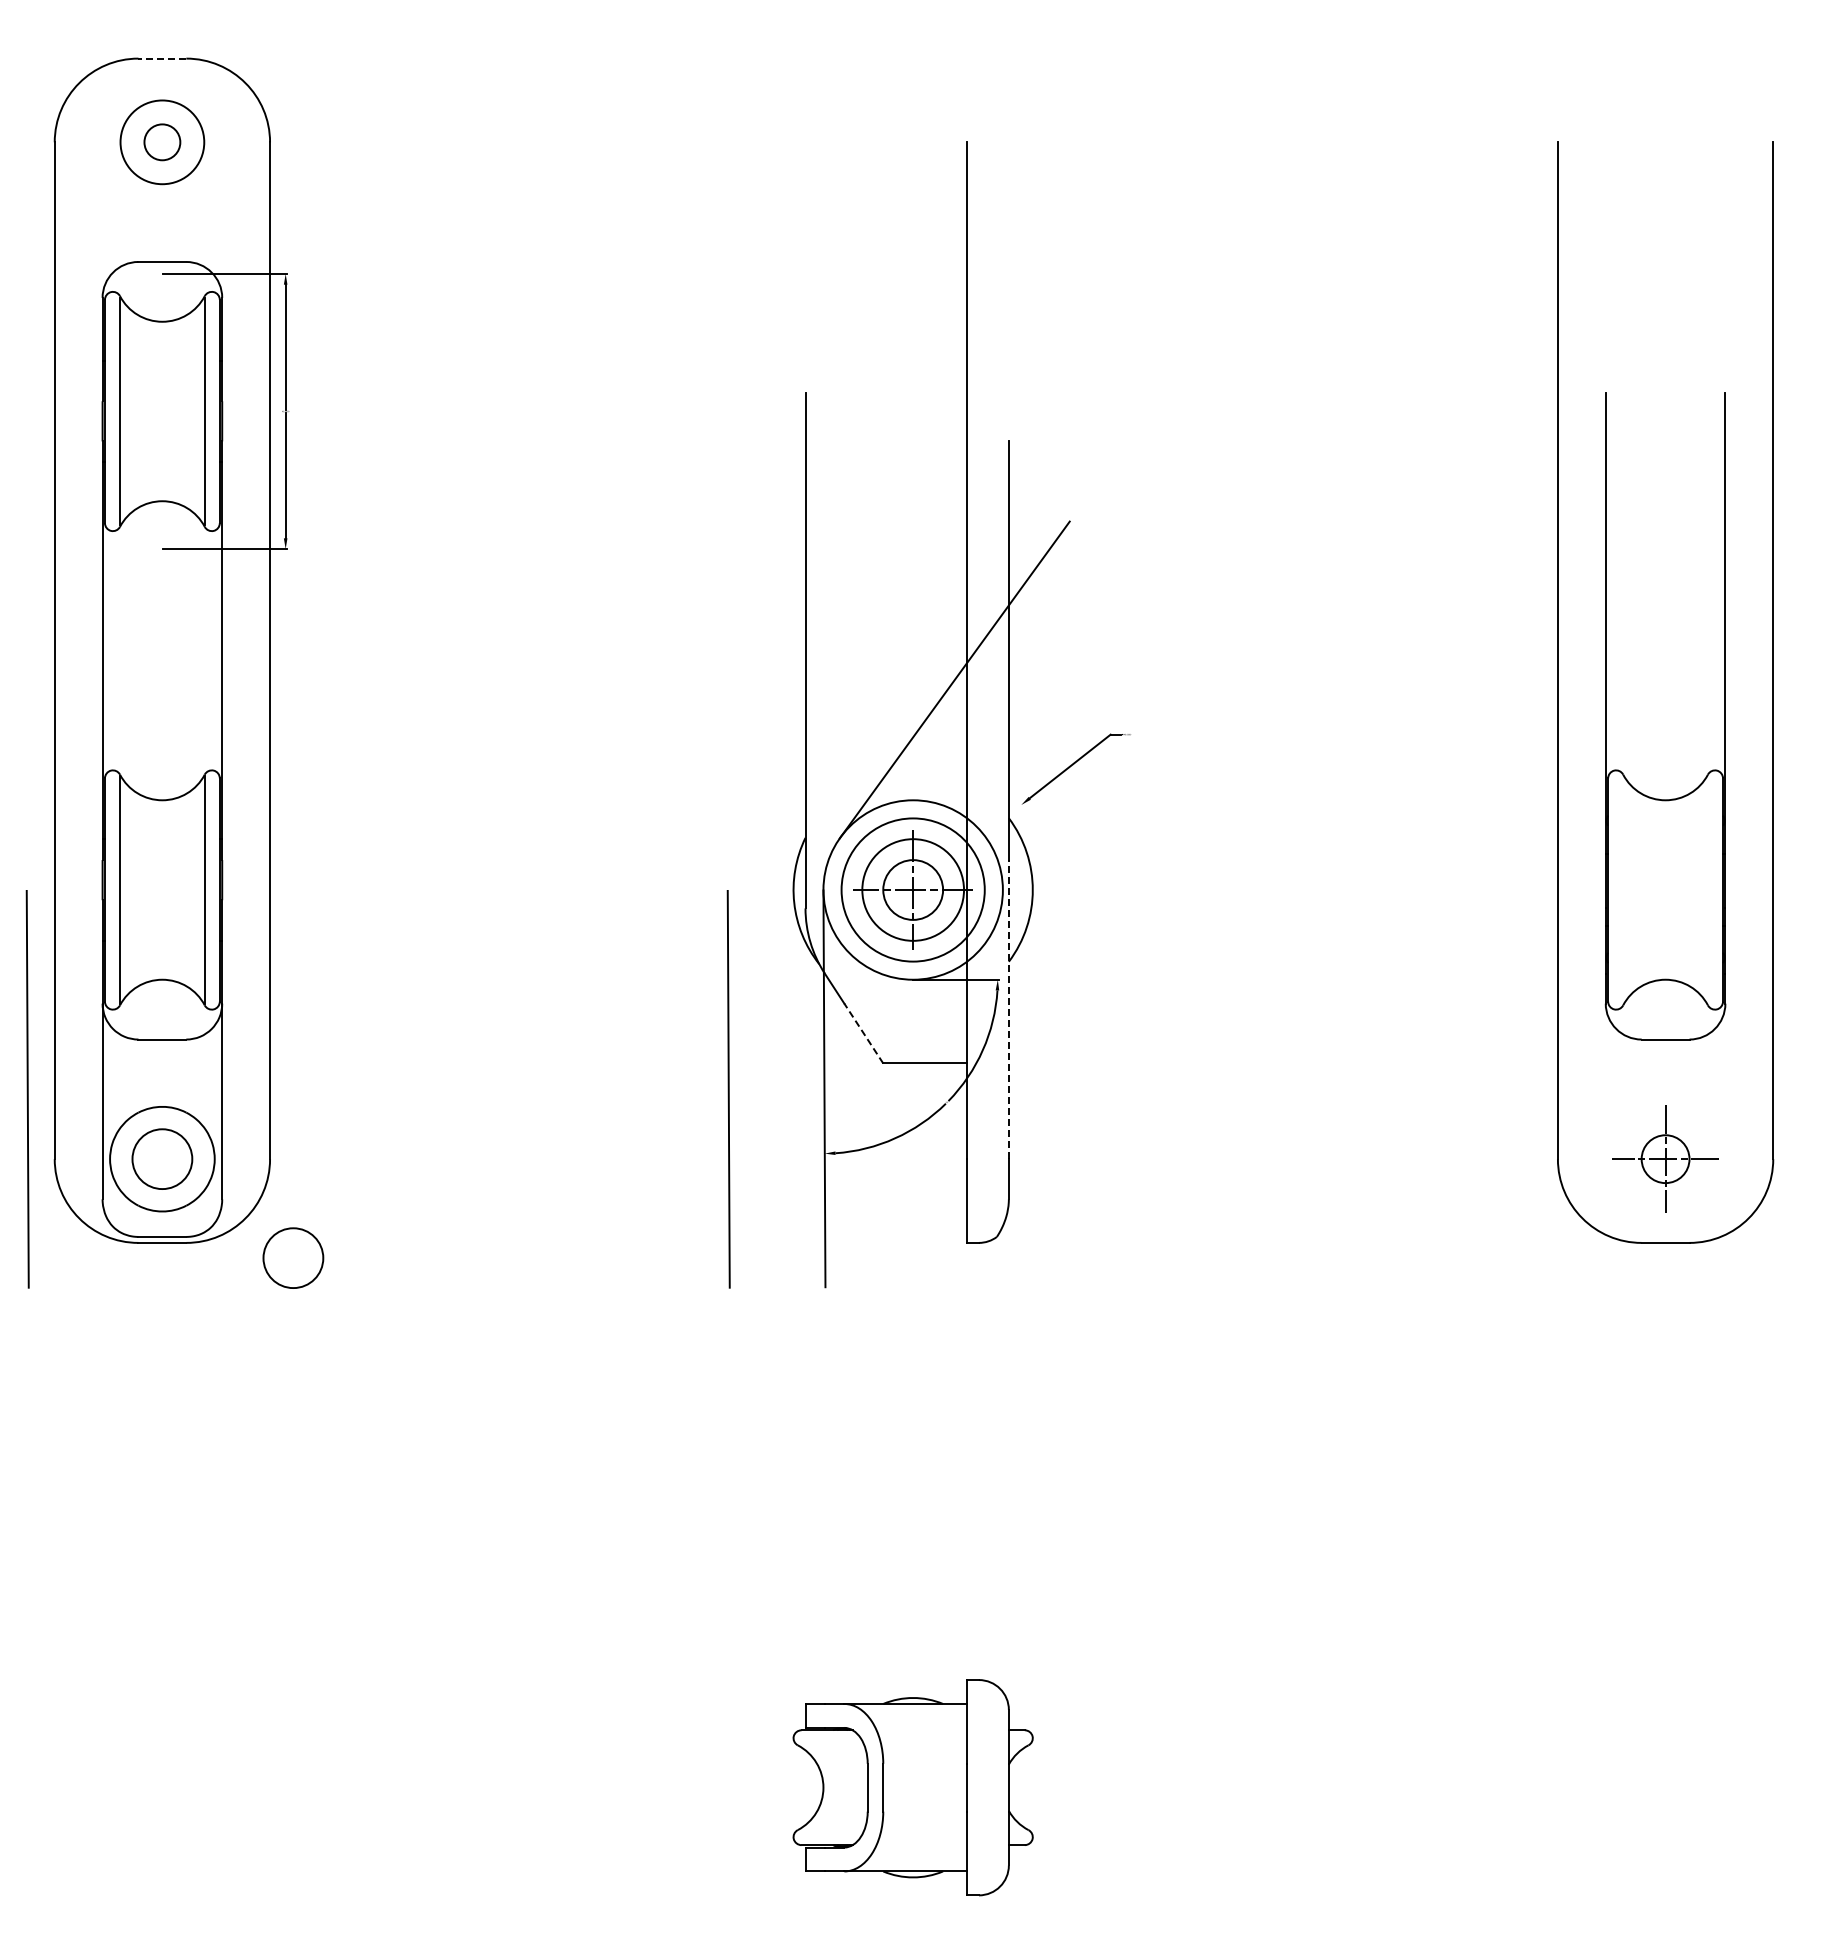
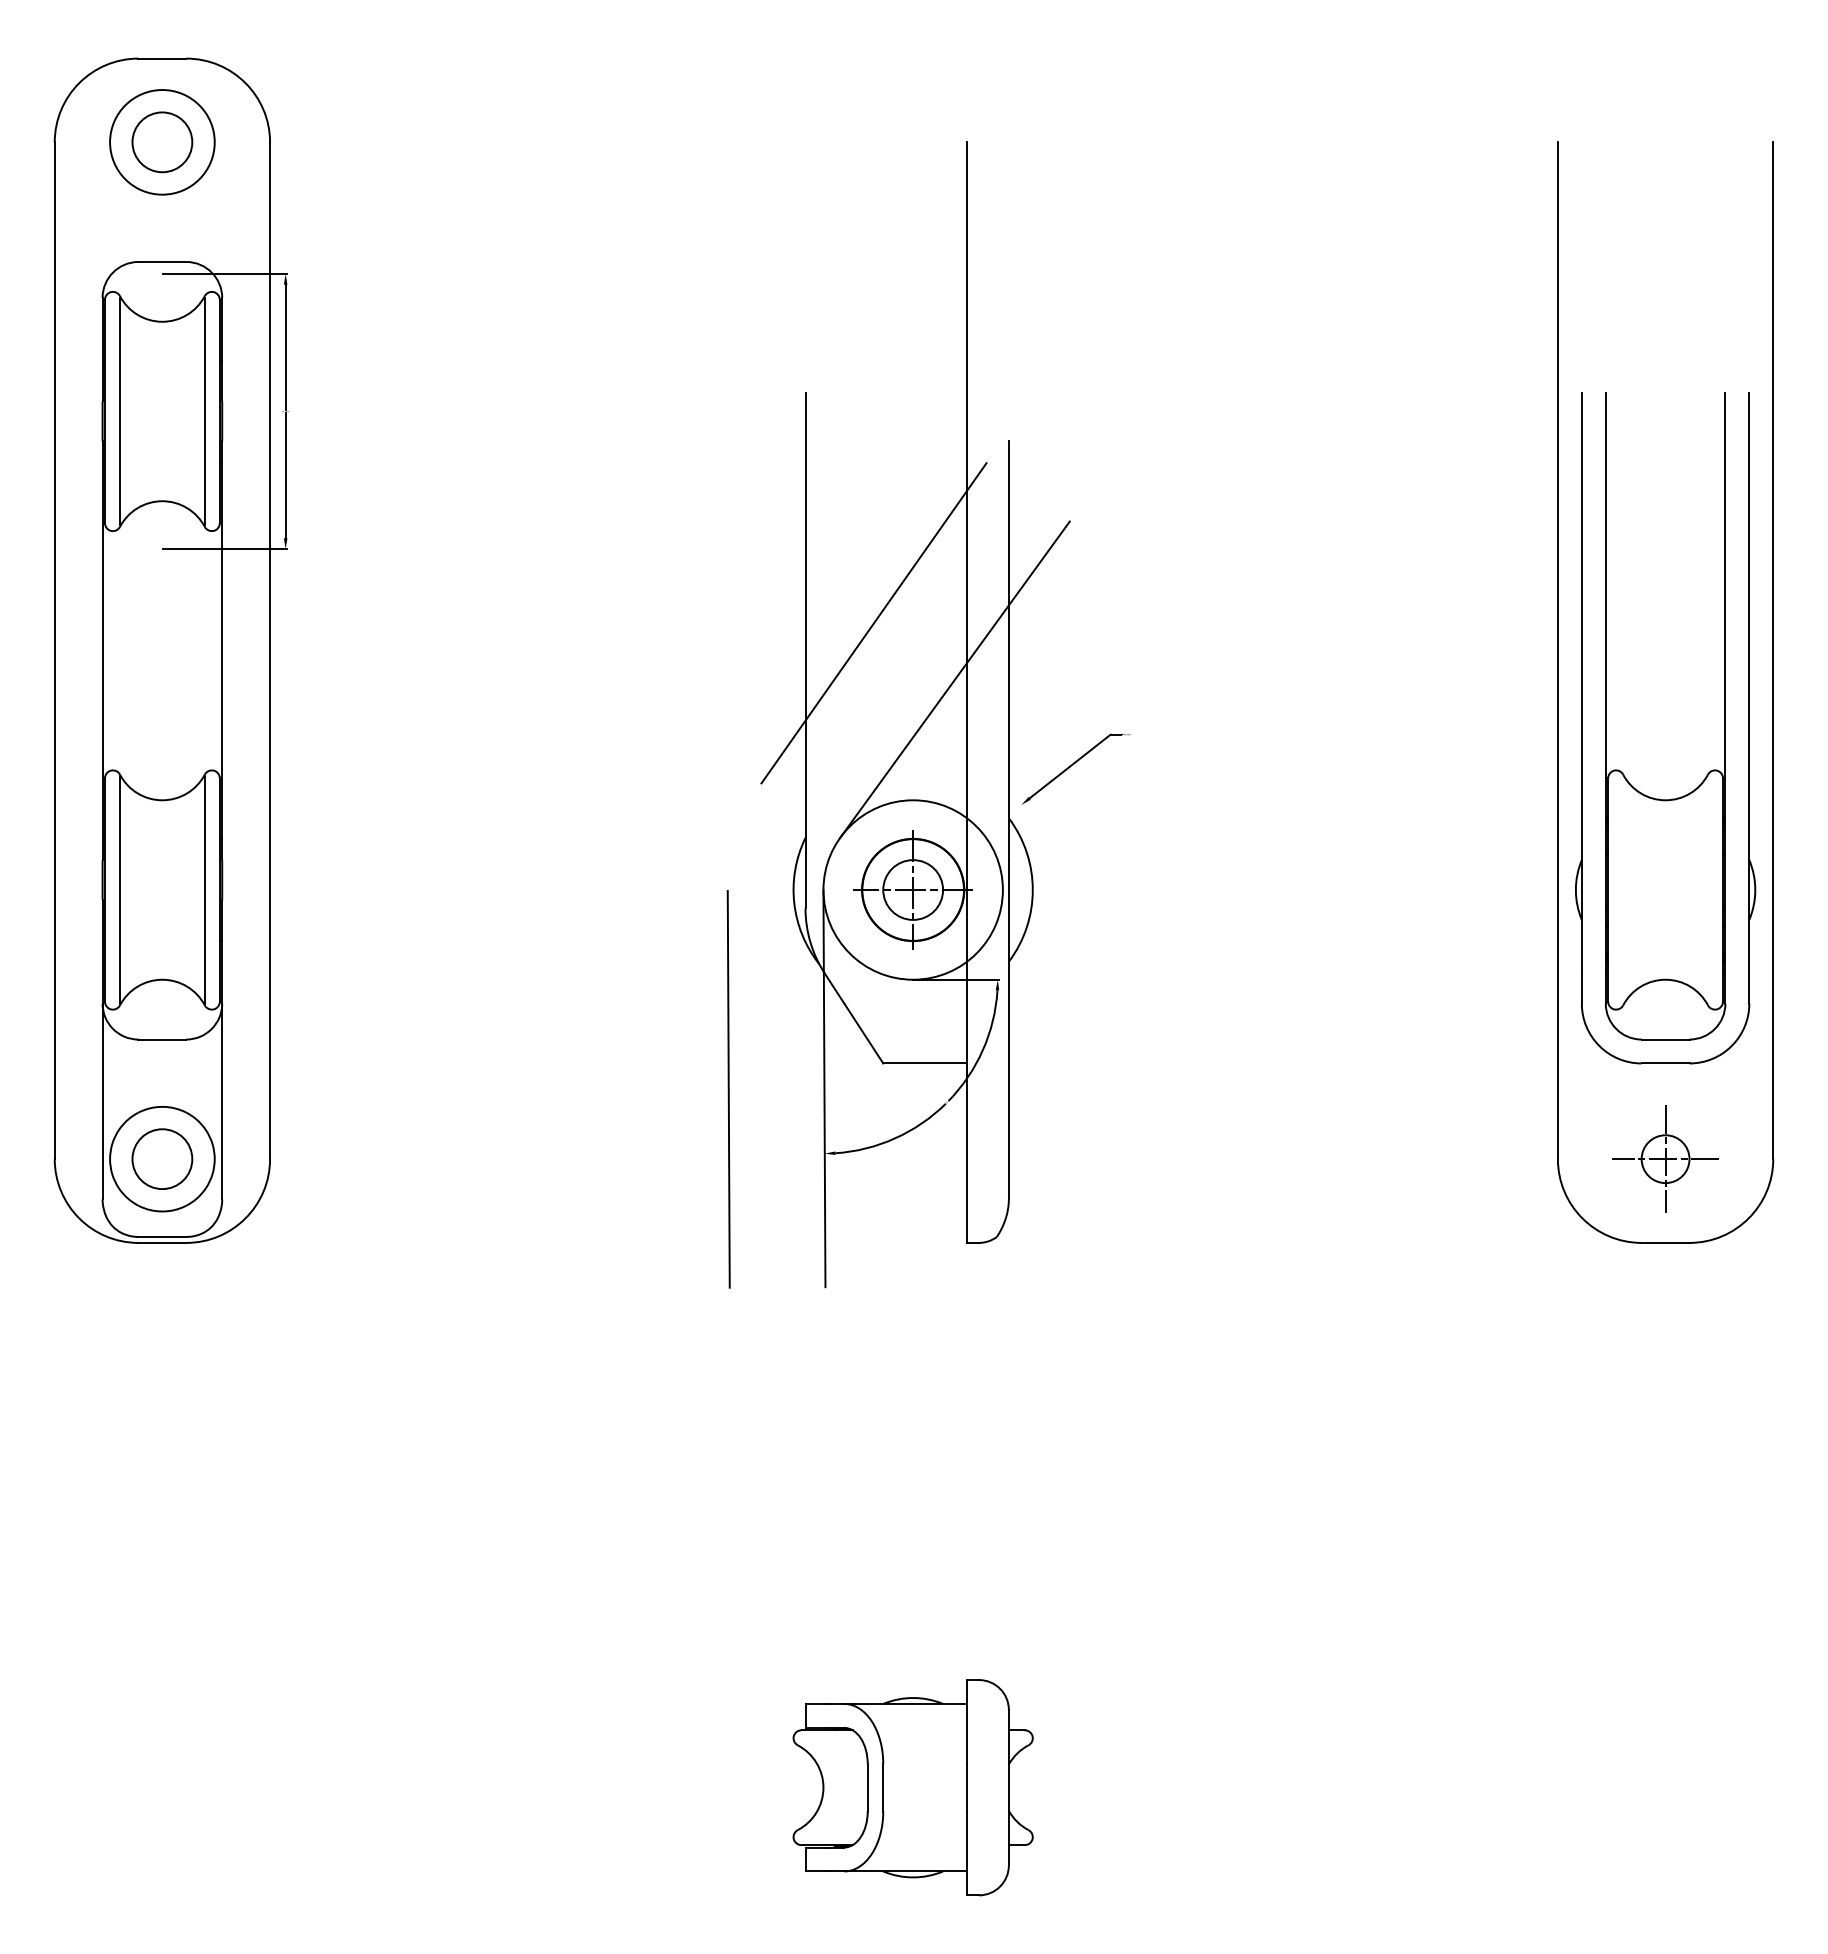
line at (162, 58): dashed -> solid
circle at (162, 142) diameter: 36 px -> 60 px
circle at (162, 142) diameter: 84 px -> 105 px
line at (873, 623): none -> present
part at (1582, 728): none -> present
circle at (912, 889) diameter: 143 px -> 102 px
line at (1008, 1009): dashed -> solid
line at (863, 1033): dashed -> solid
line at (27, 1089): present -> none
circle at (293, 1257): present -> none
